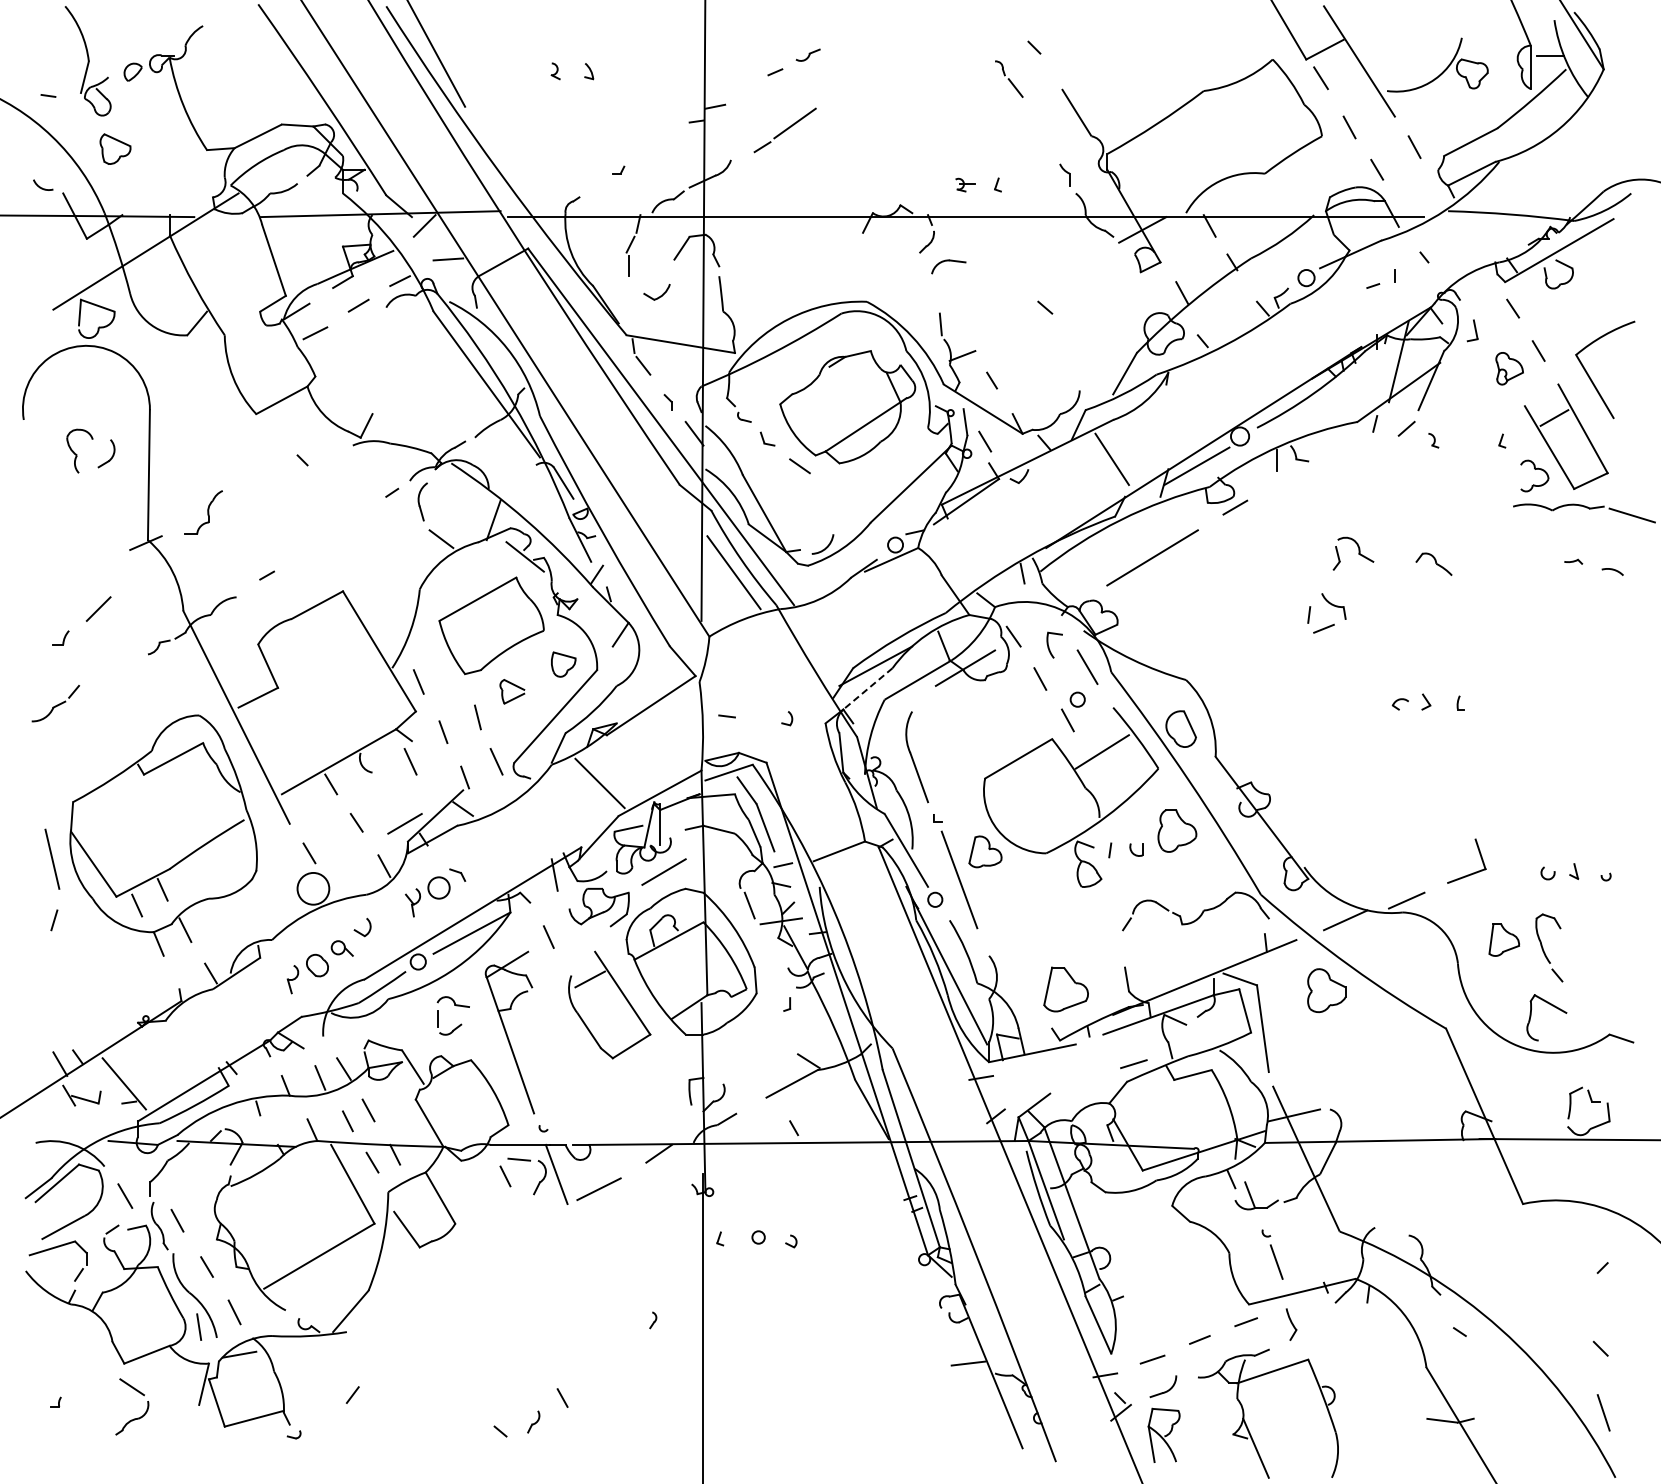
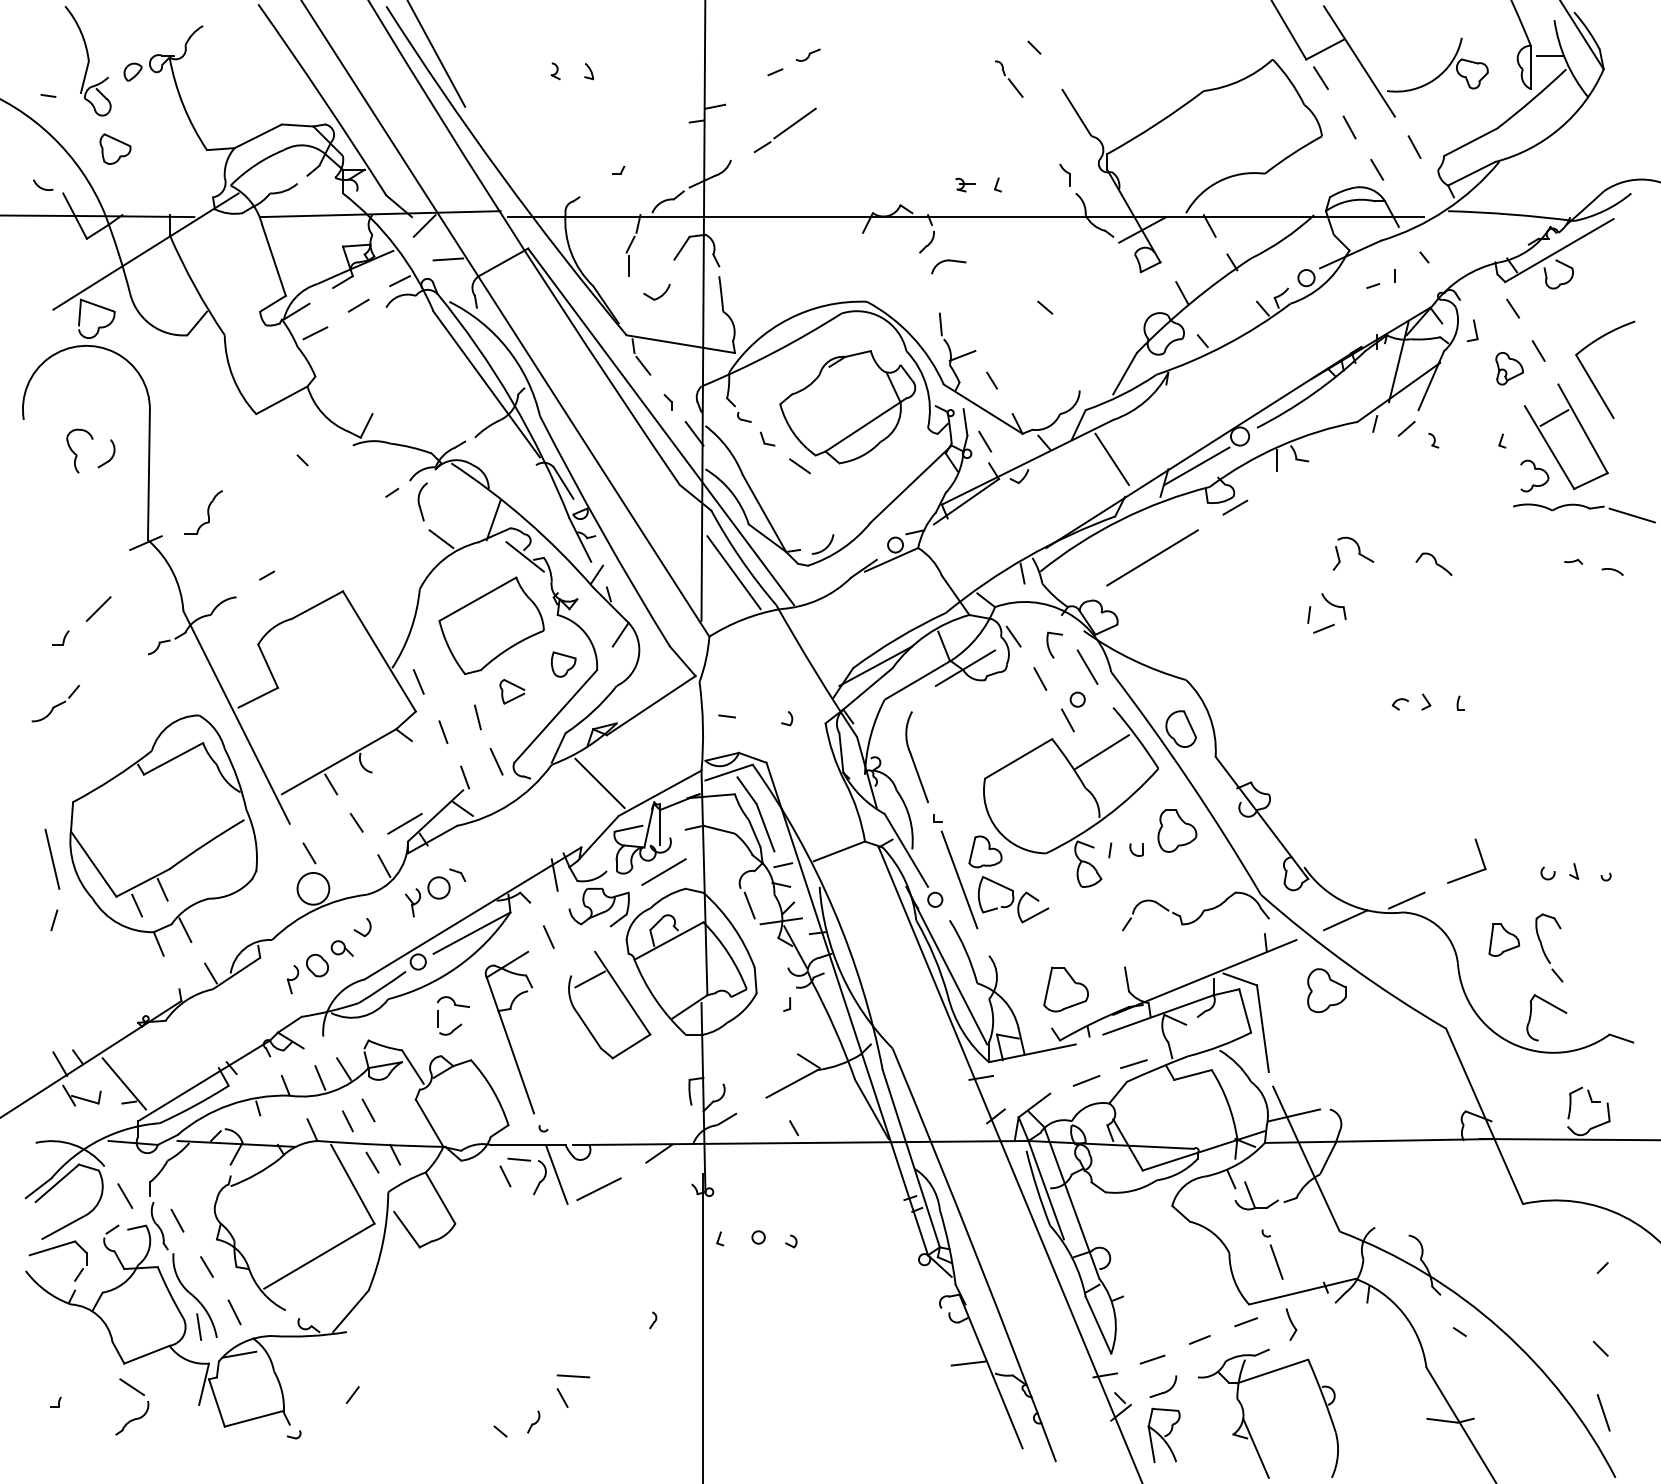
line at (867, 689): dashed -> solid
line at (410, 761): present -> none
part at (1013, 899): none -> present
line at (1086, 1080): none -> present
line at (573, 1376): none -> present
